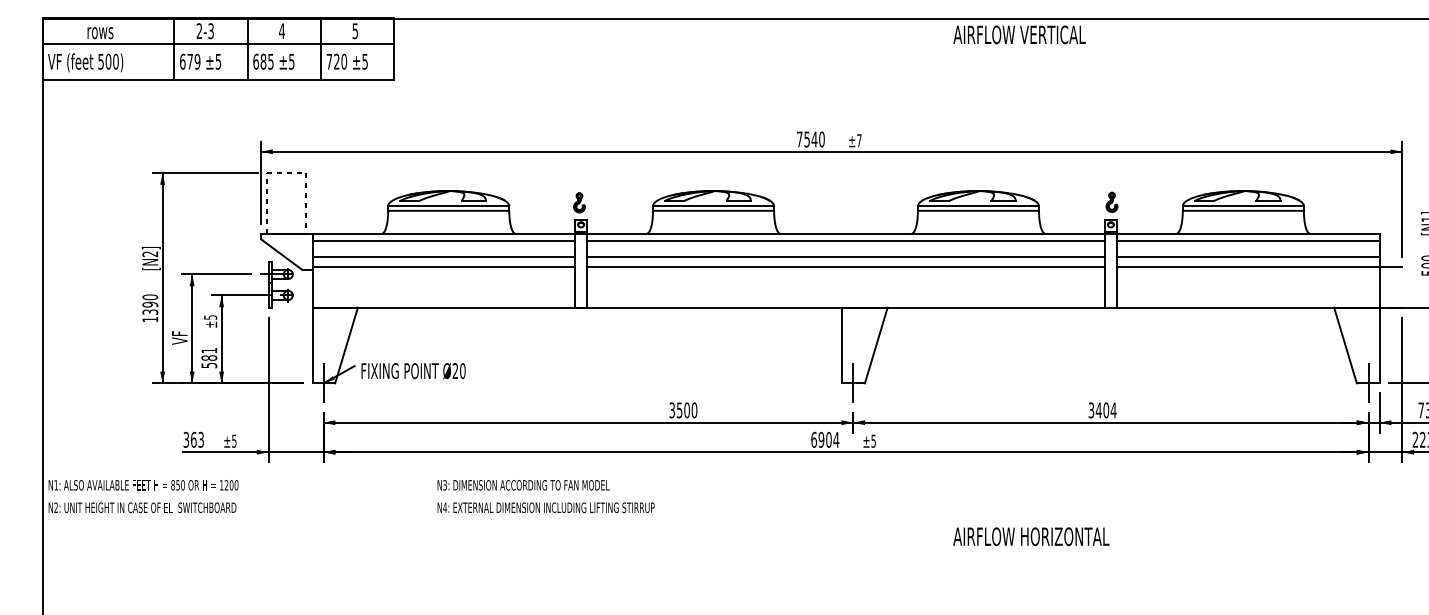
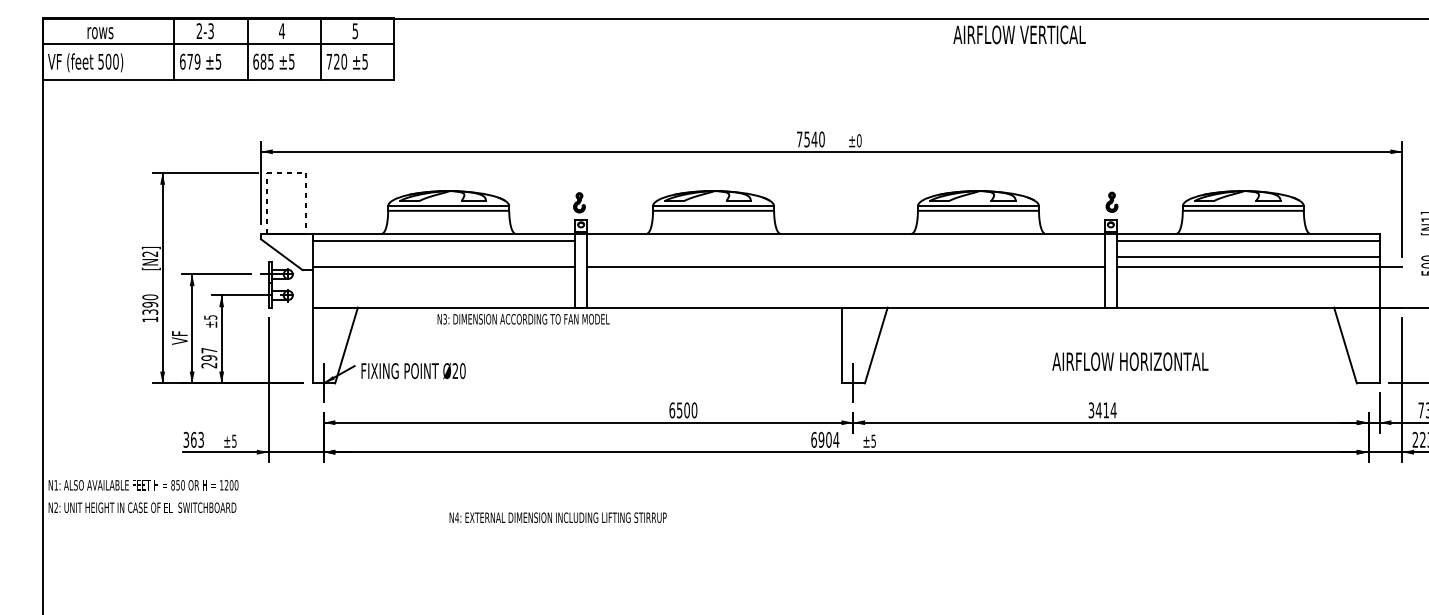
text at (859, 140): ±7 -> ±0
line at (845, 241): present -> none
line at (443, 256): present -> none
line at (845, 256): present -> none
text at (209, 358): 581 -> 297
line at (1368, 383): present -> none
text at (672, 410): 3500 -> 6500
text at (1106, 410): 3404 -> 3414
text at (523, 485) position: (523, 485) -> (523, 319)
text at (545, 507) position: (545, 507) -> (557, 517)
text at (1031, 536) position: (1031, 536) -> (1130, 361)
